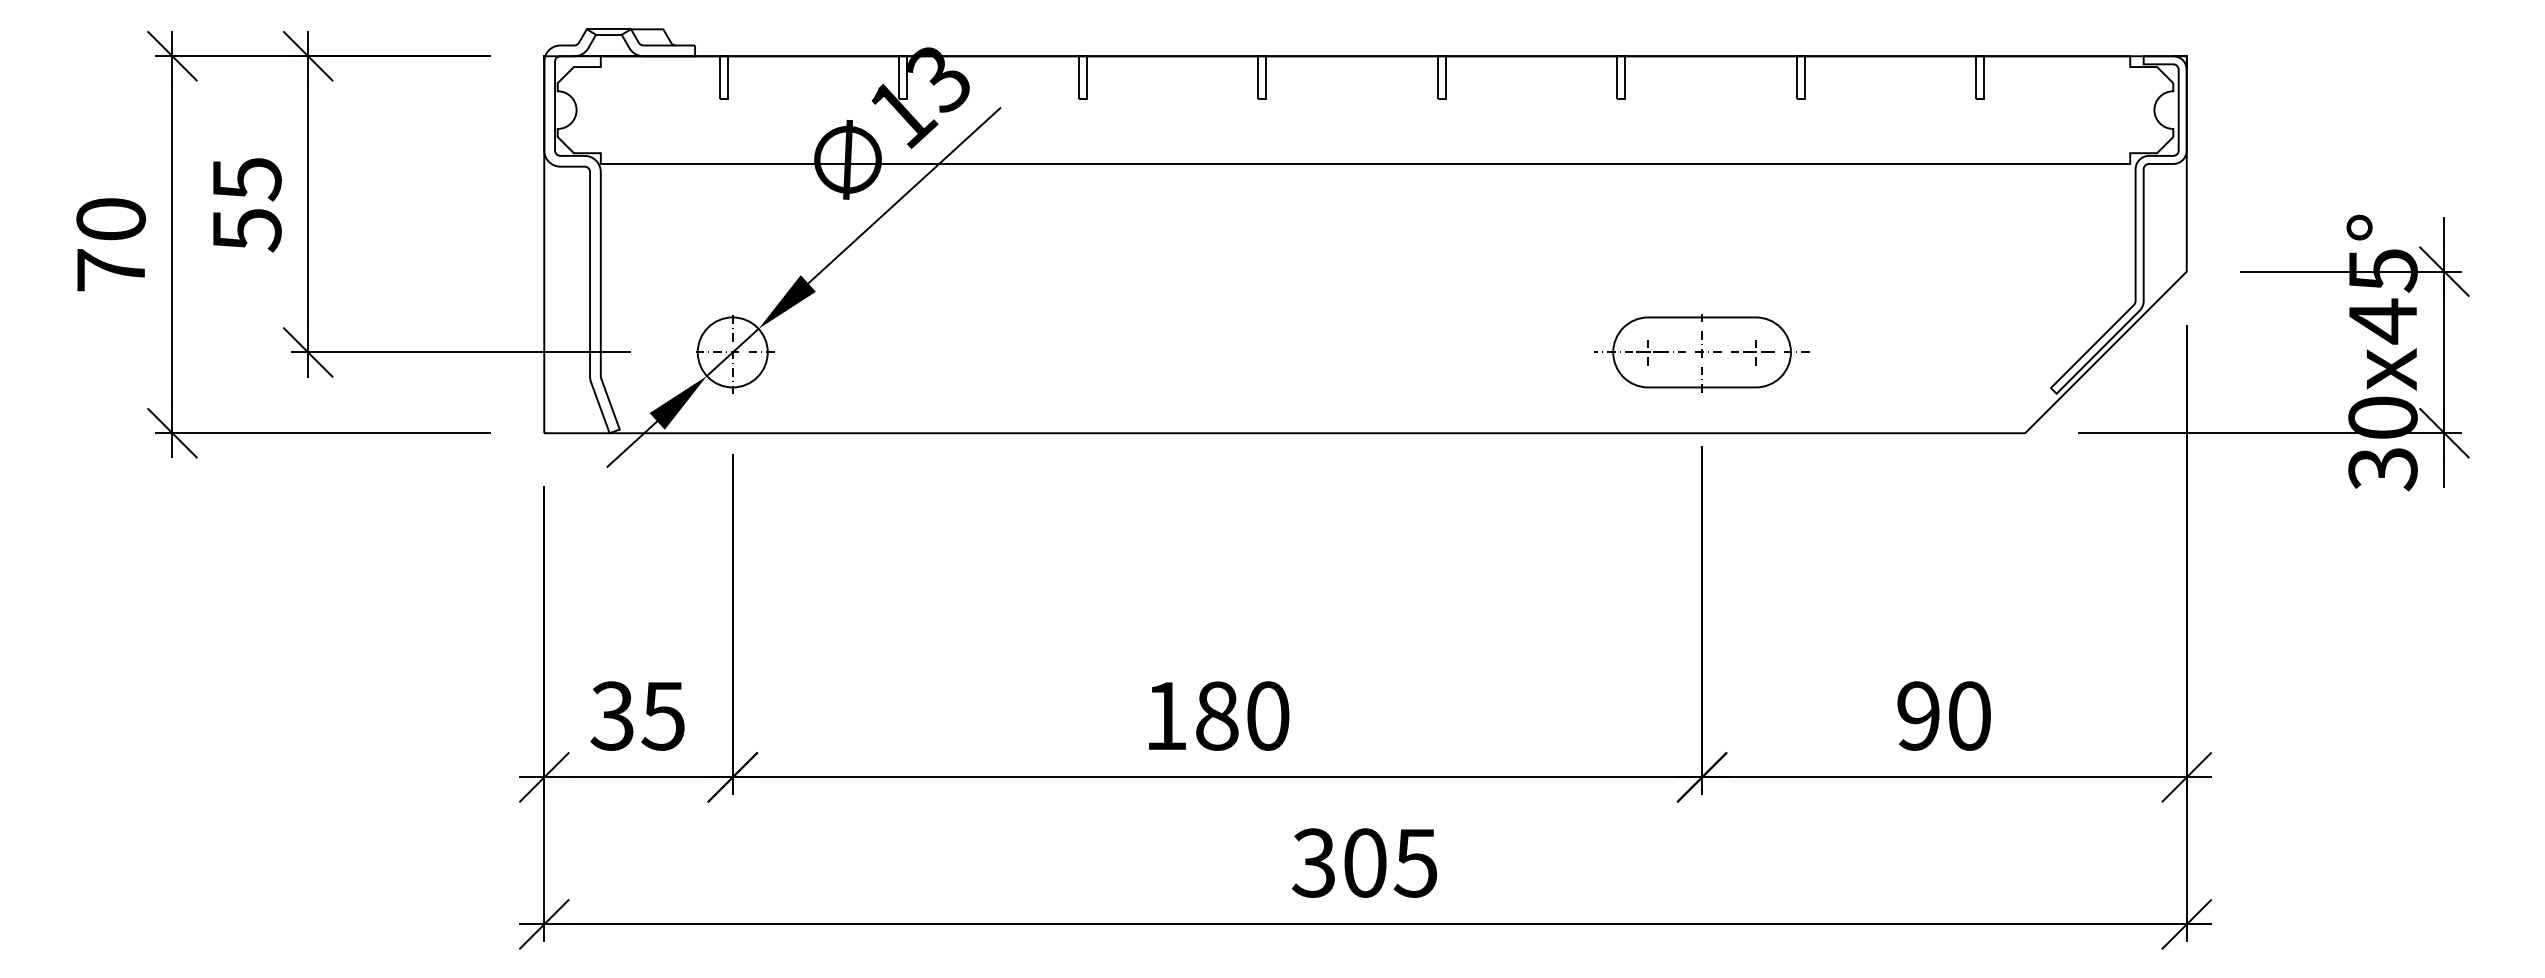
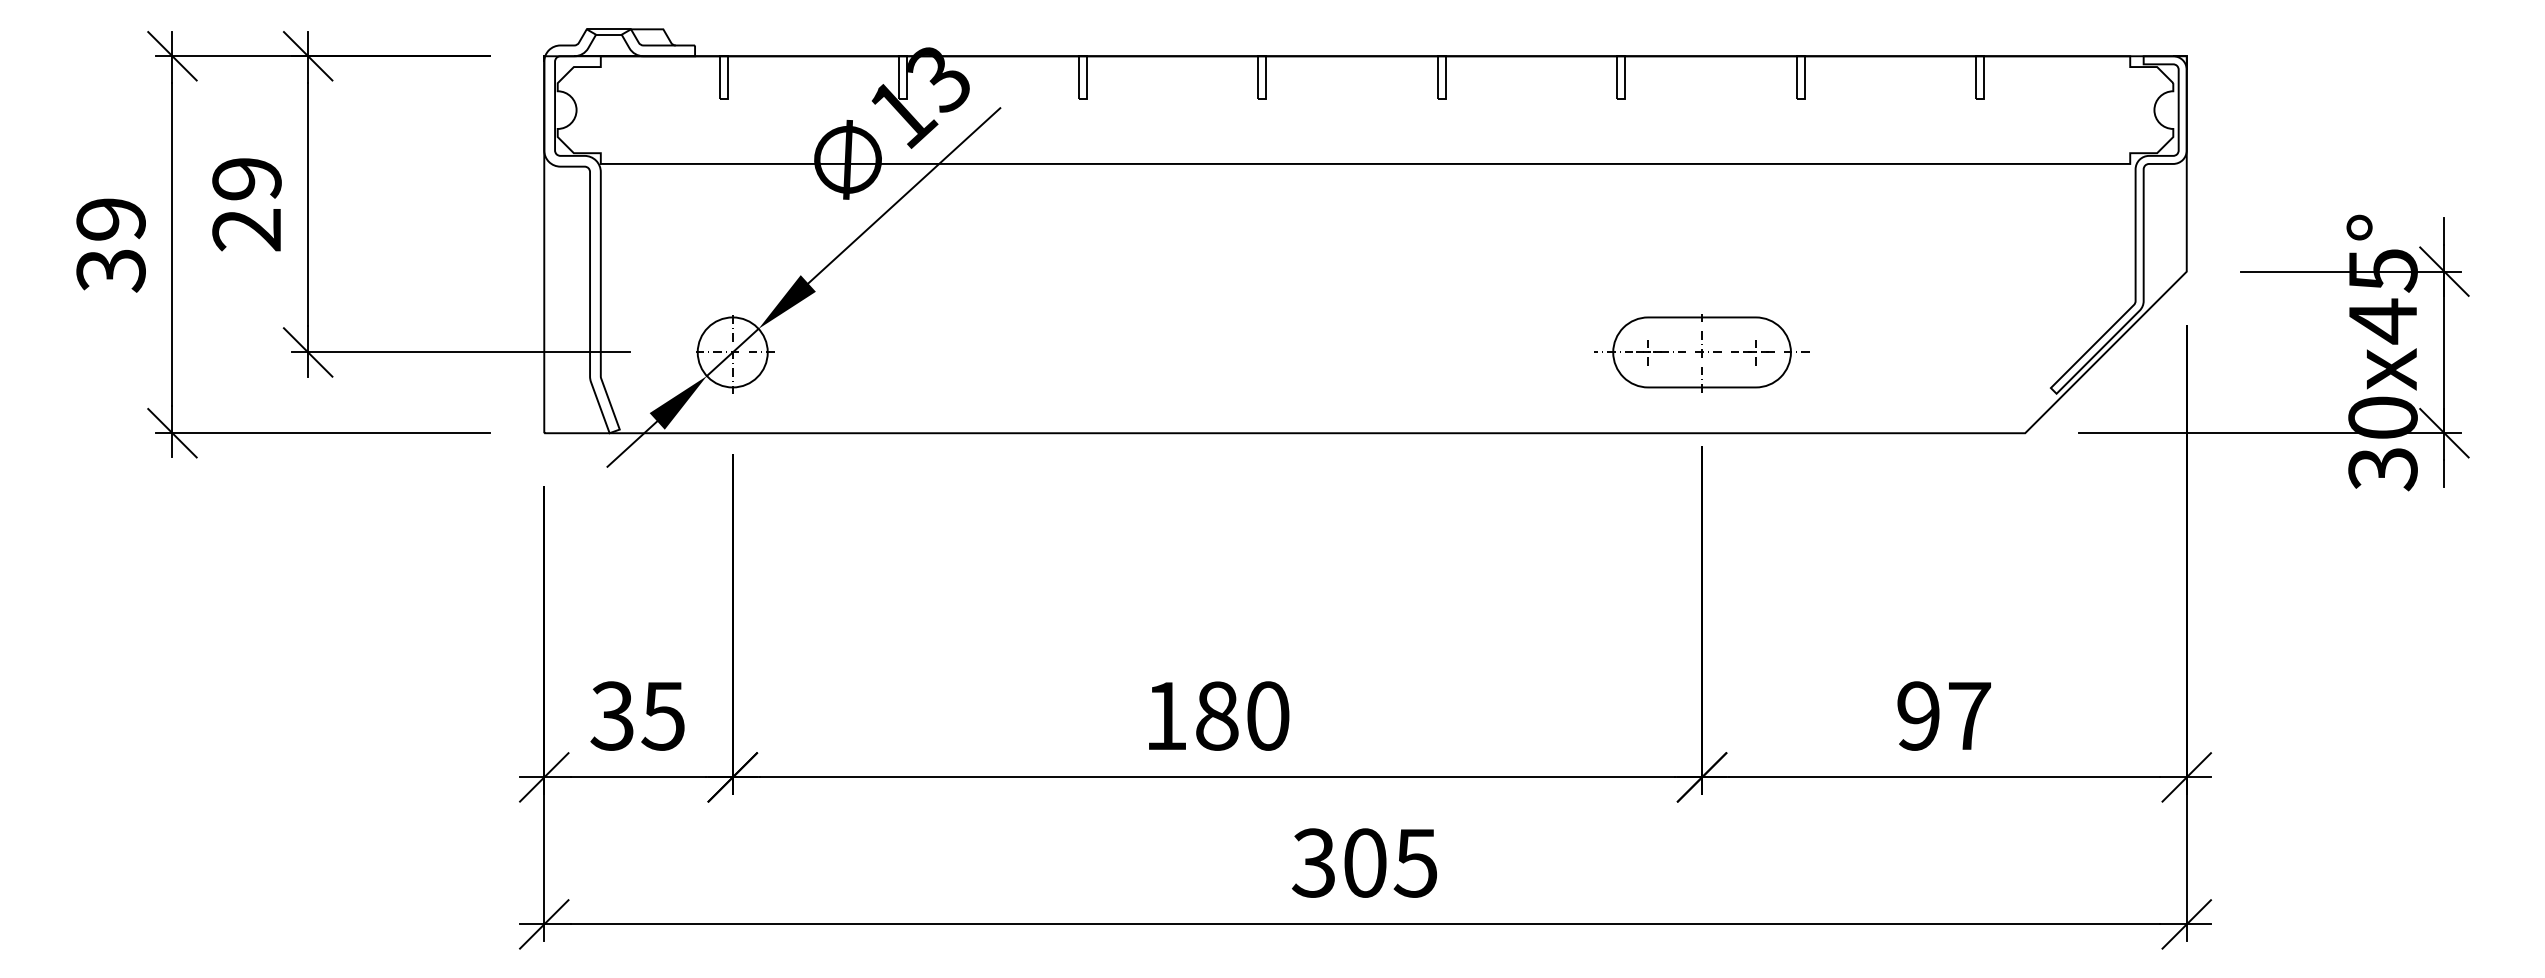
text at (246, 205): 55 -> 29
text at (110, 245): 70 -> 39
text at (1969, 715): 90 -> 97
